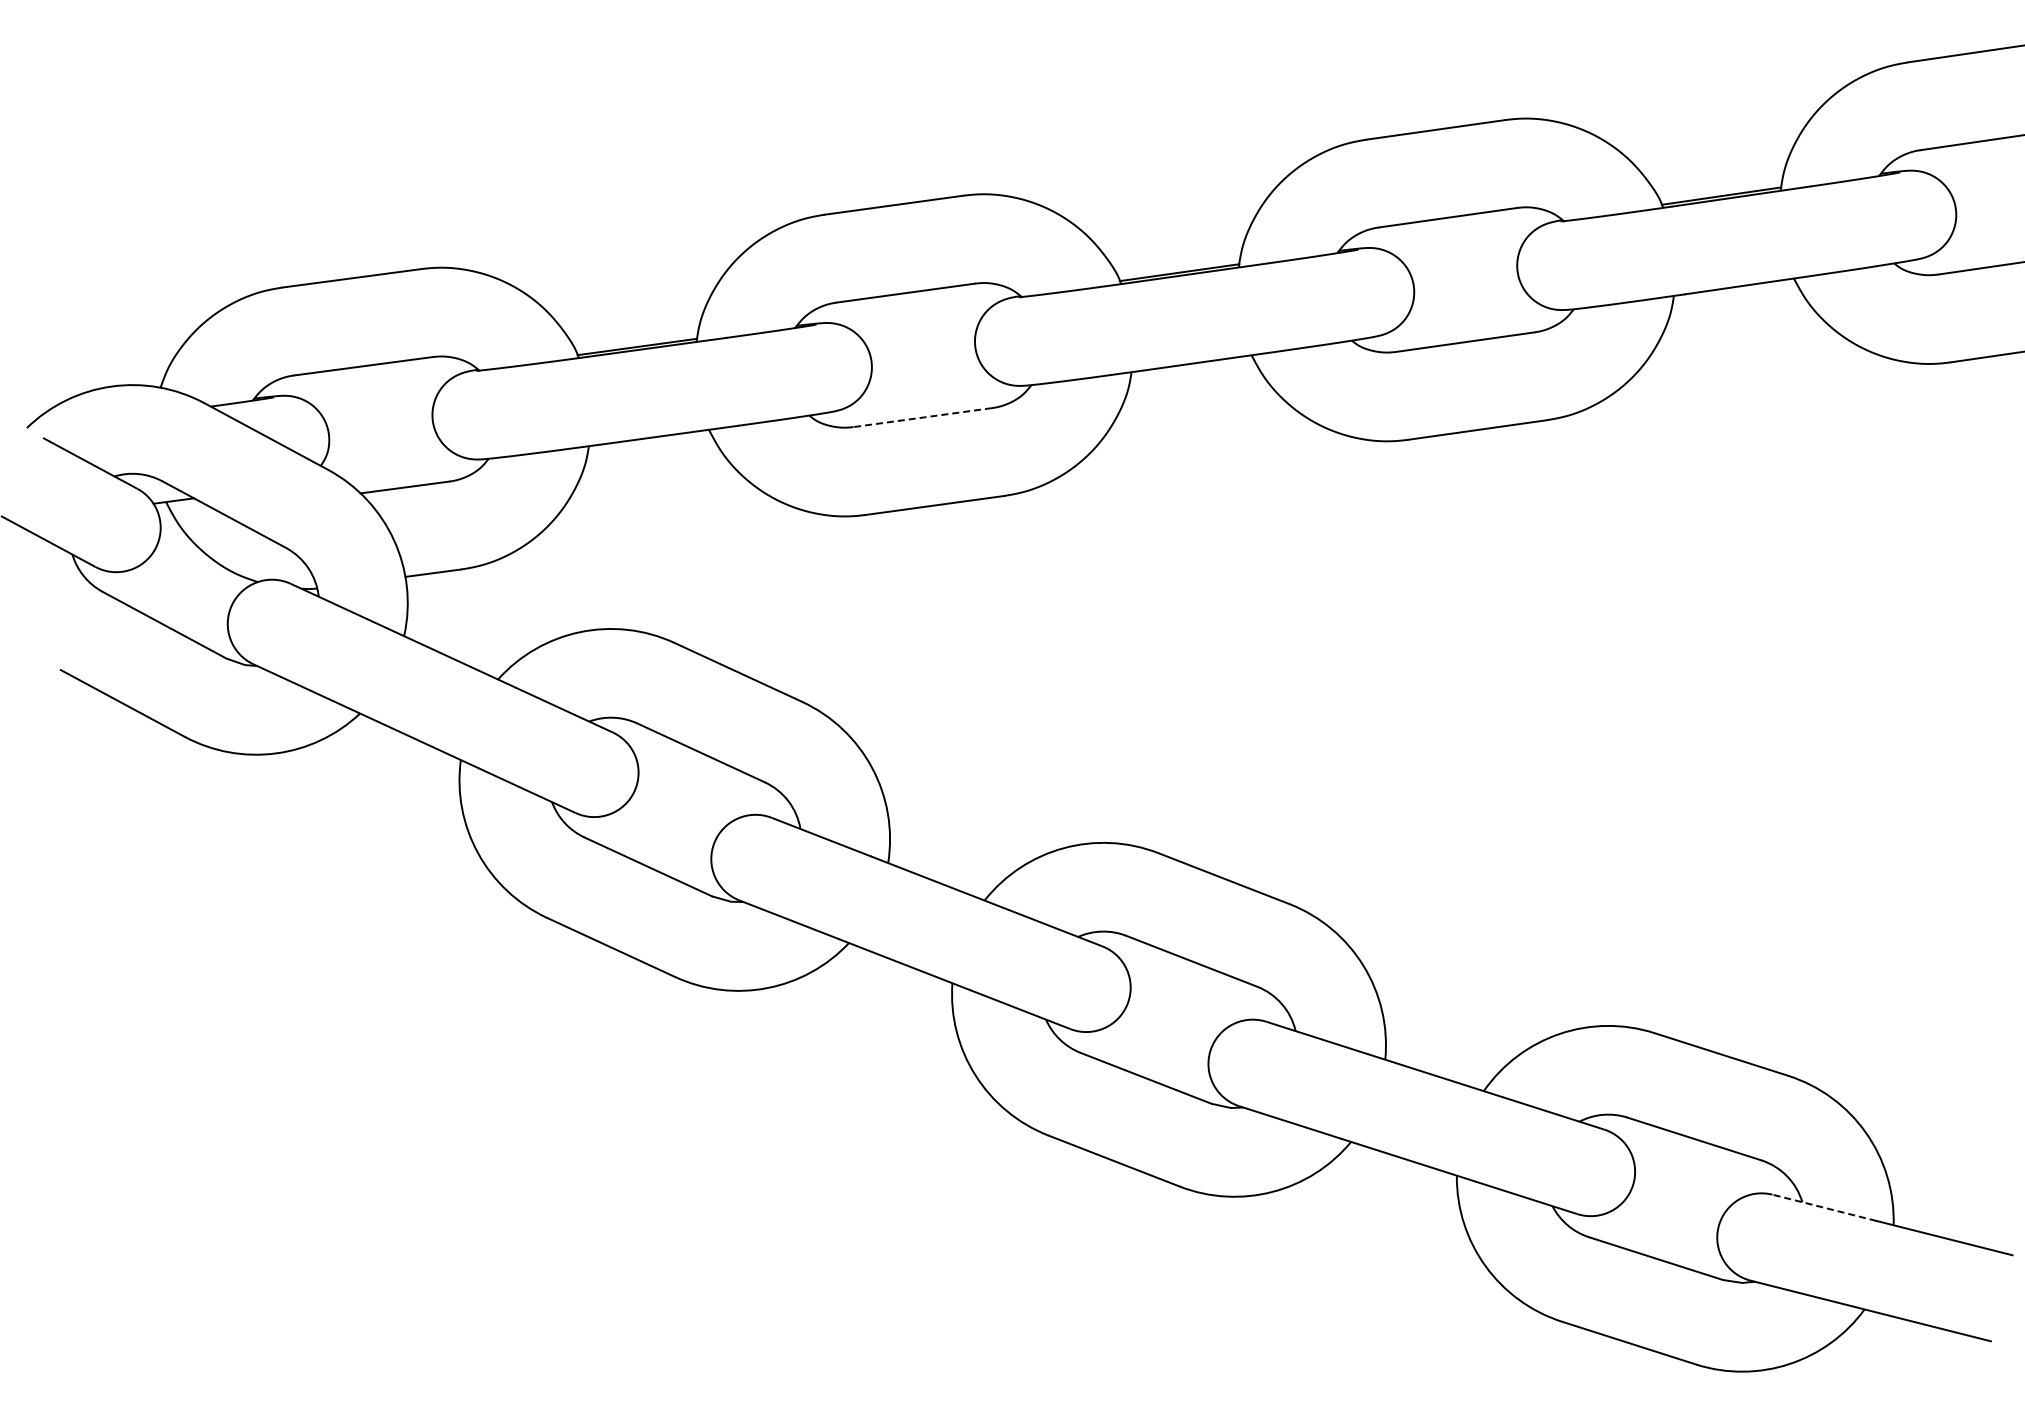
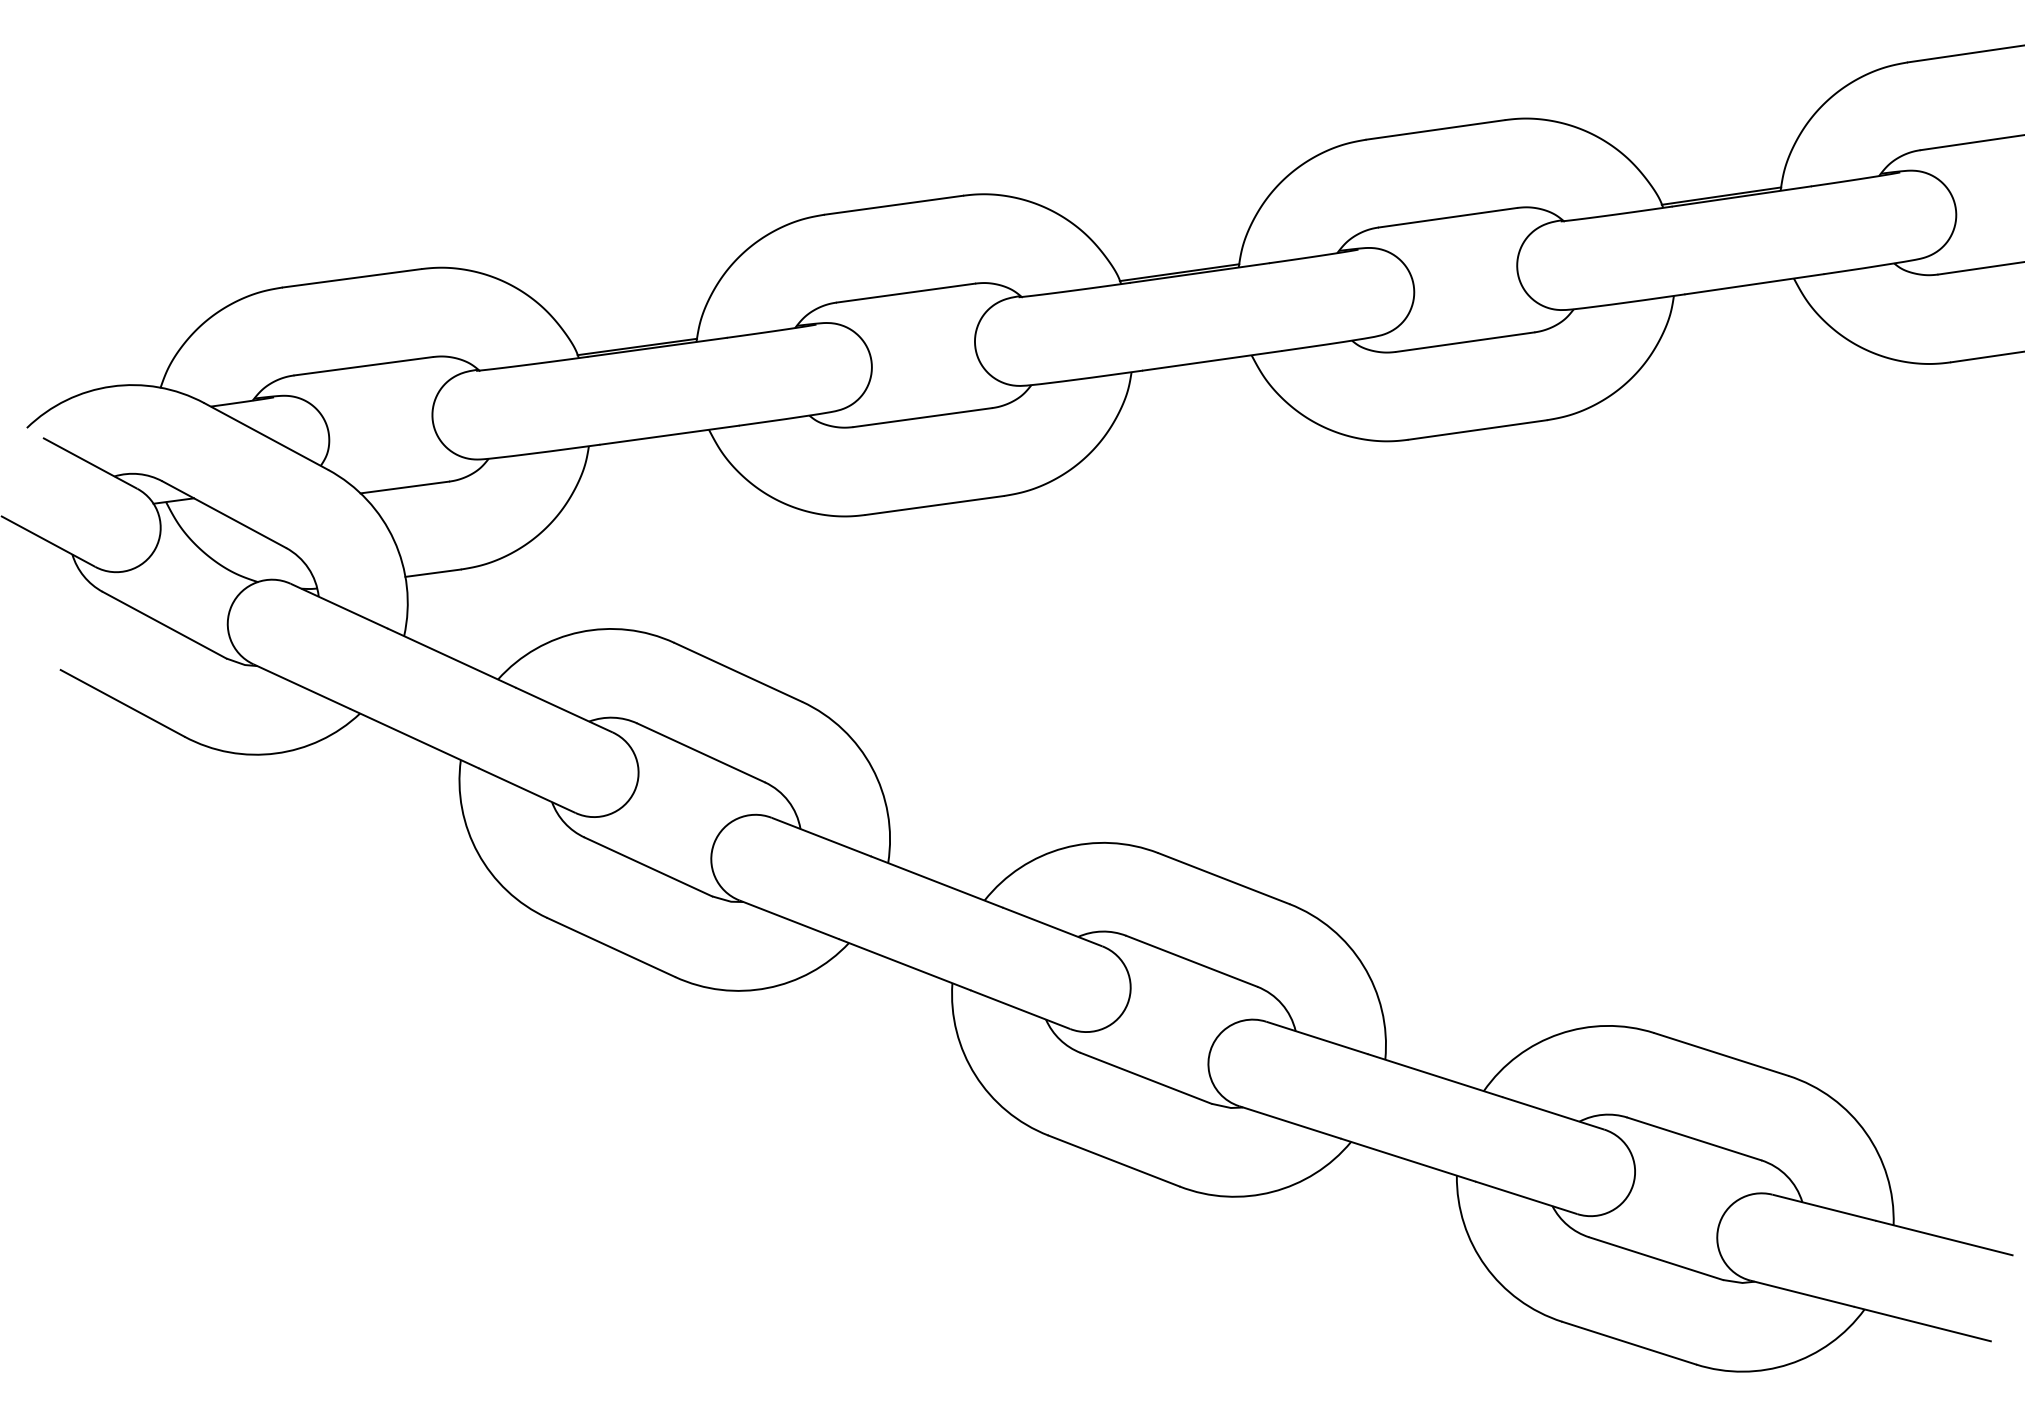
line at (922, 417): dashed -> solid
line at (1824, 1207): dashed -> solid
